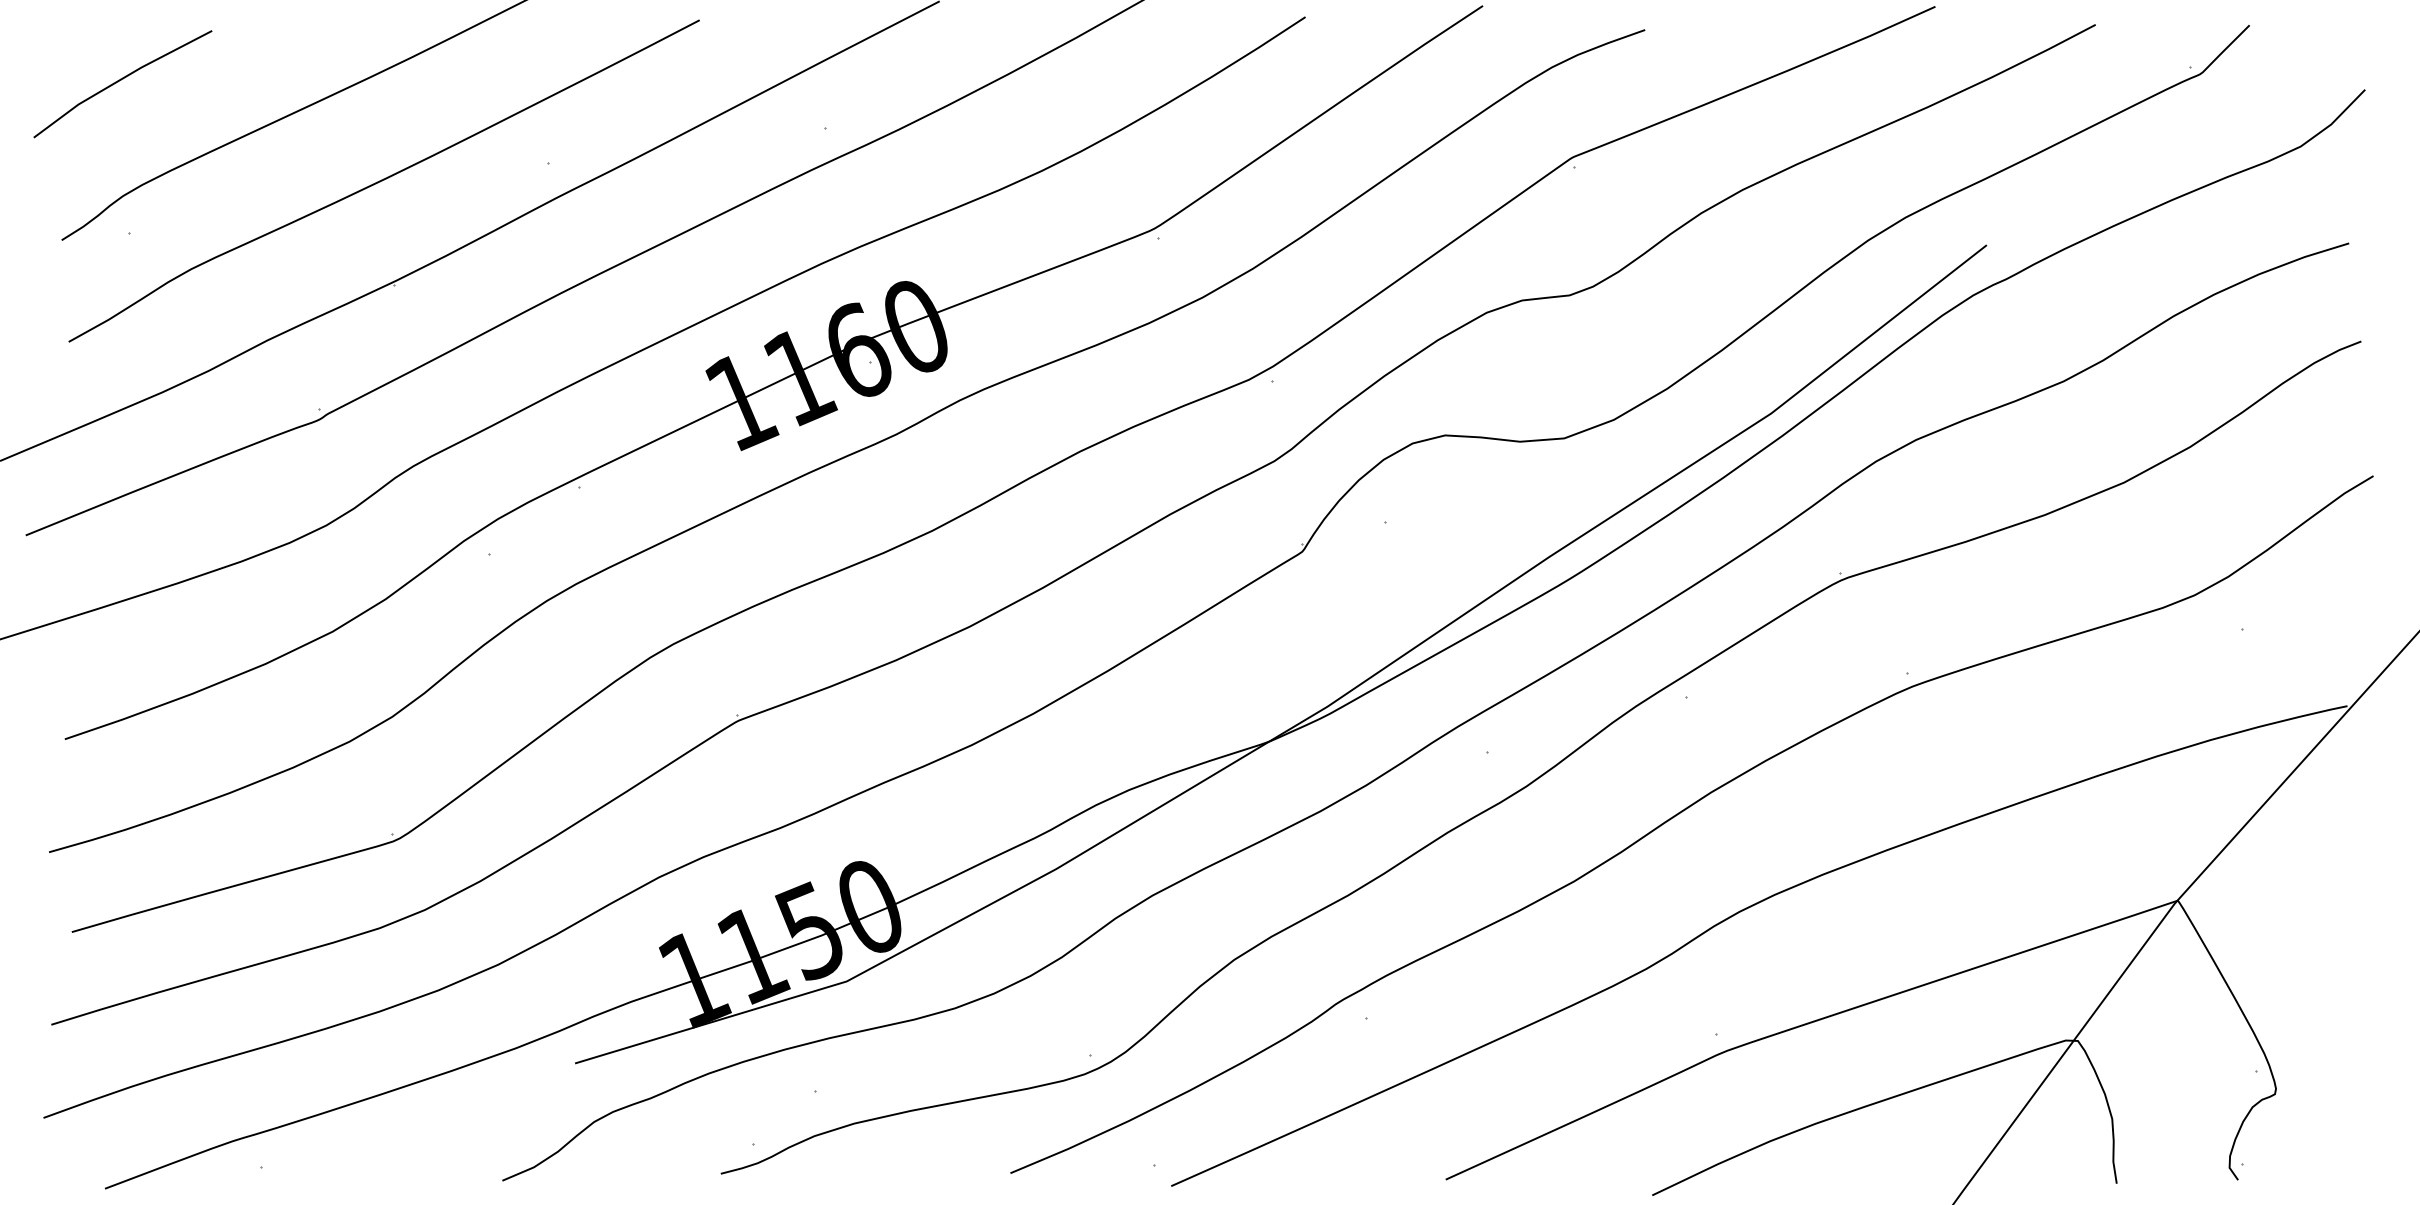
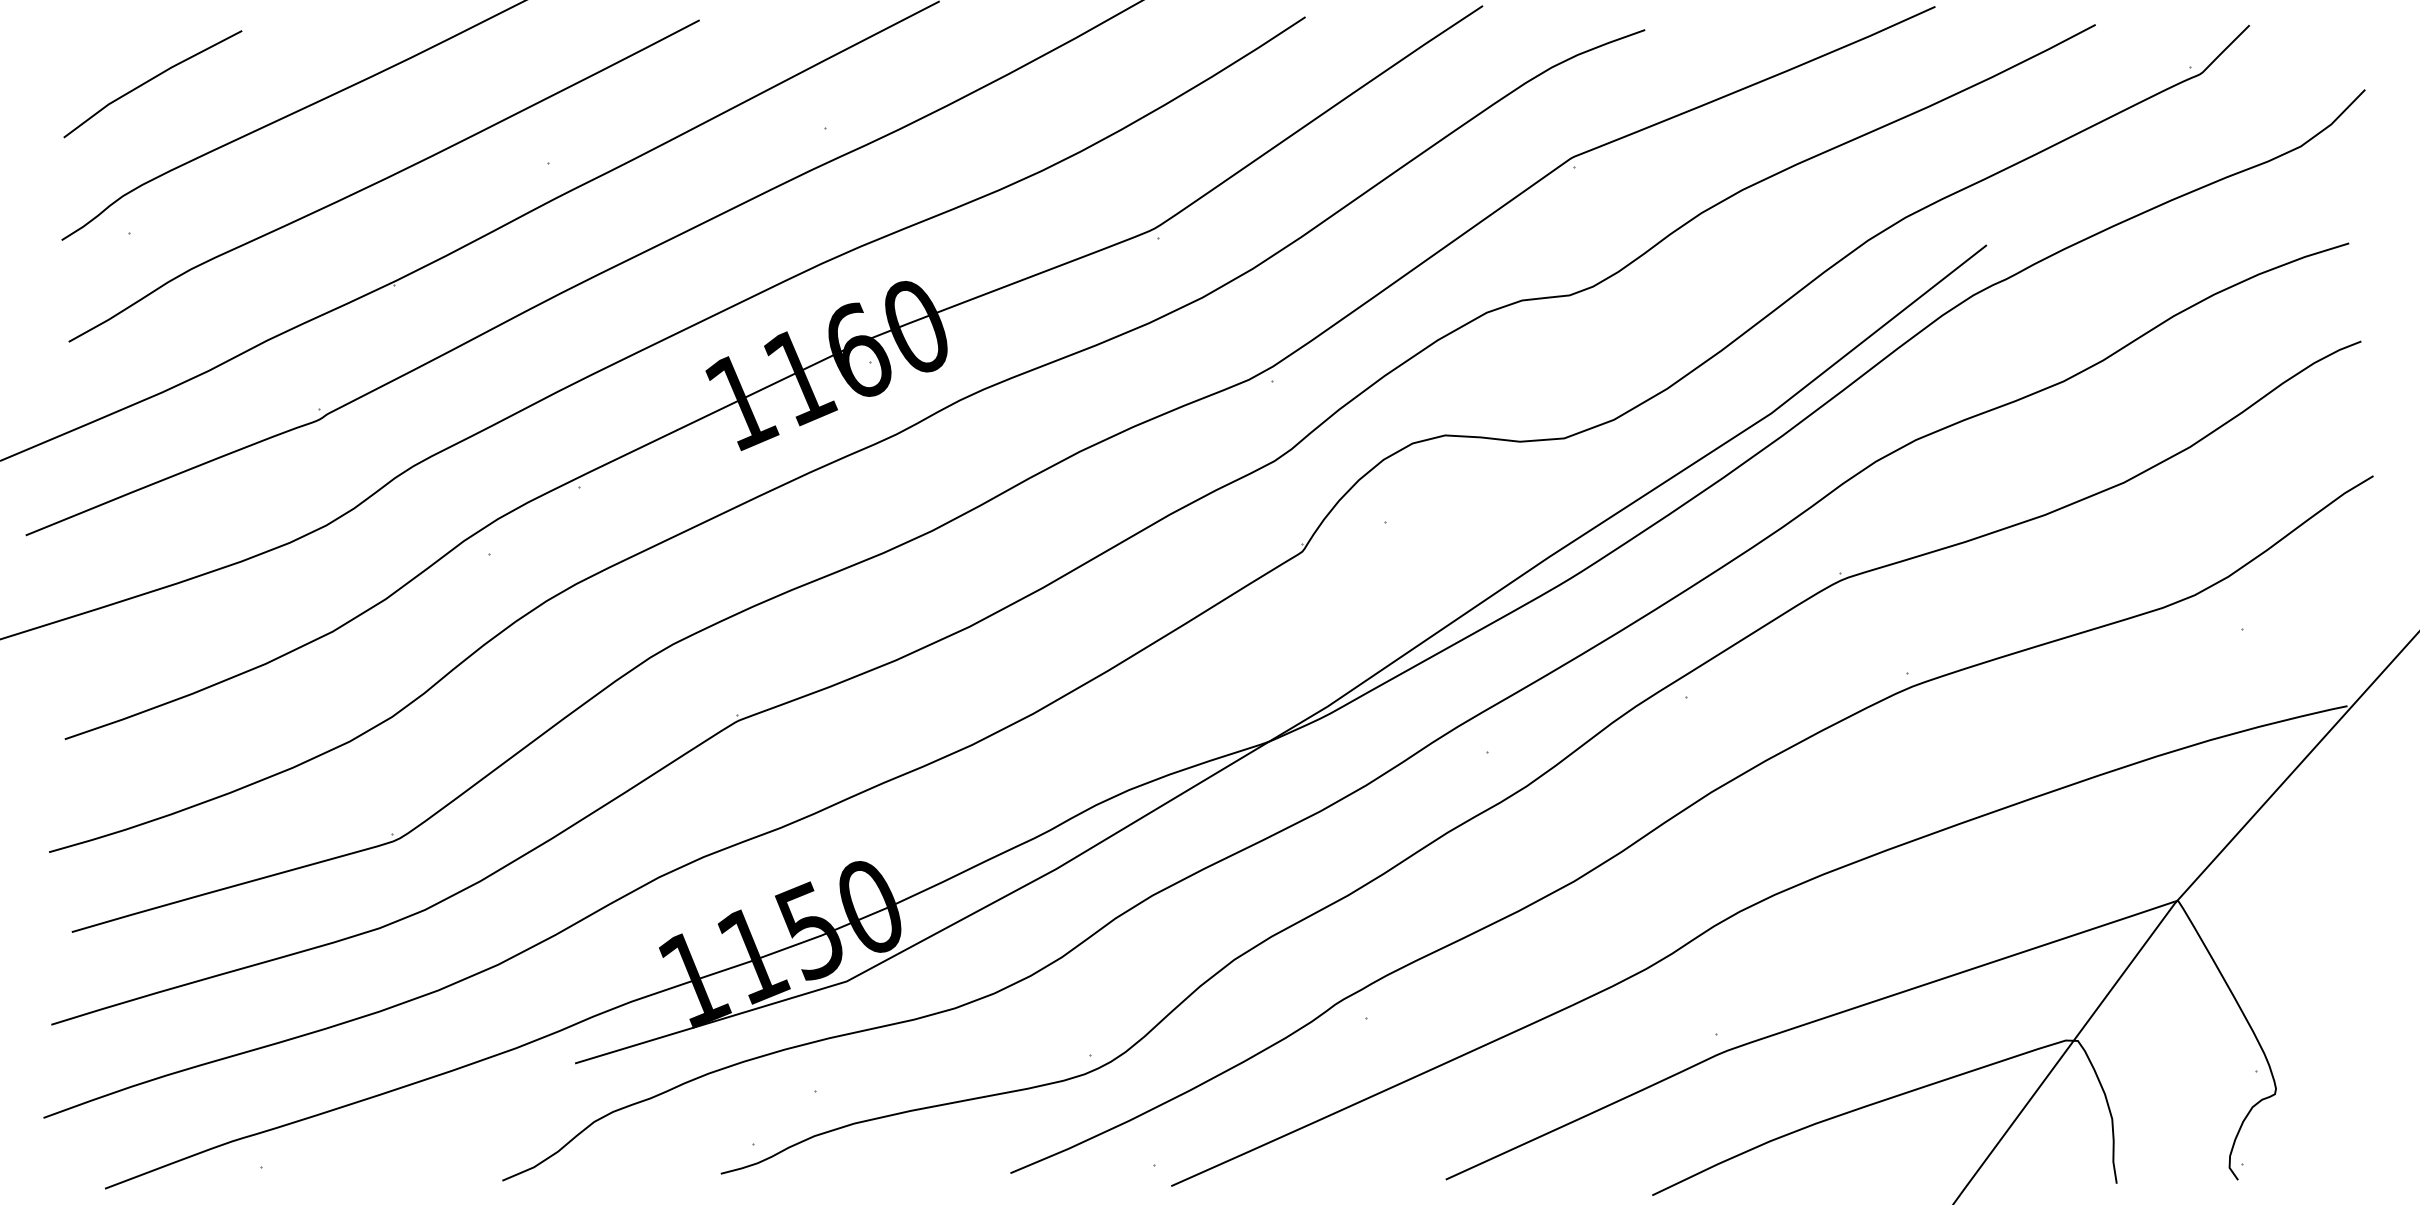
line at (121, 80) position: (121, 80) -> (151, 80)
